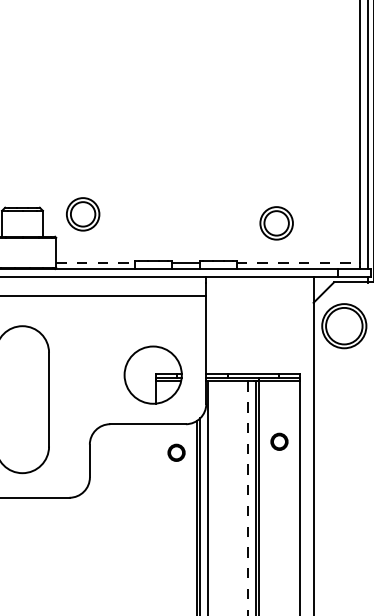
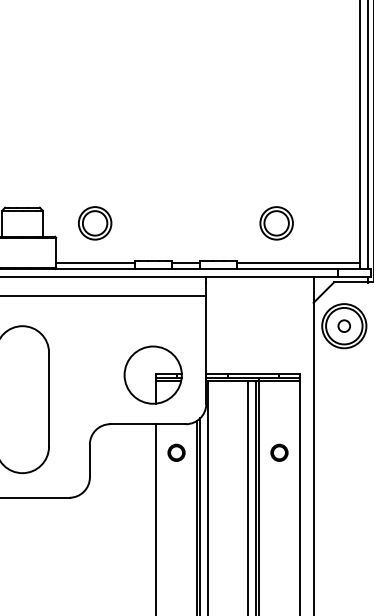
part at (83, 214) position: (83, 214) -> (95, 223)
line at (96, 262): dashed -> solid
line at (298, 262): dashed -> solid
circle at (343, 325): none -> present
circle at (279, 441) position: (279, 441) -> (279, 452)
line at (248, 498): dashed -> solid
line at (156, 518): none -> present
